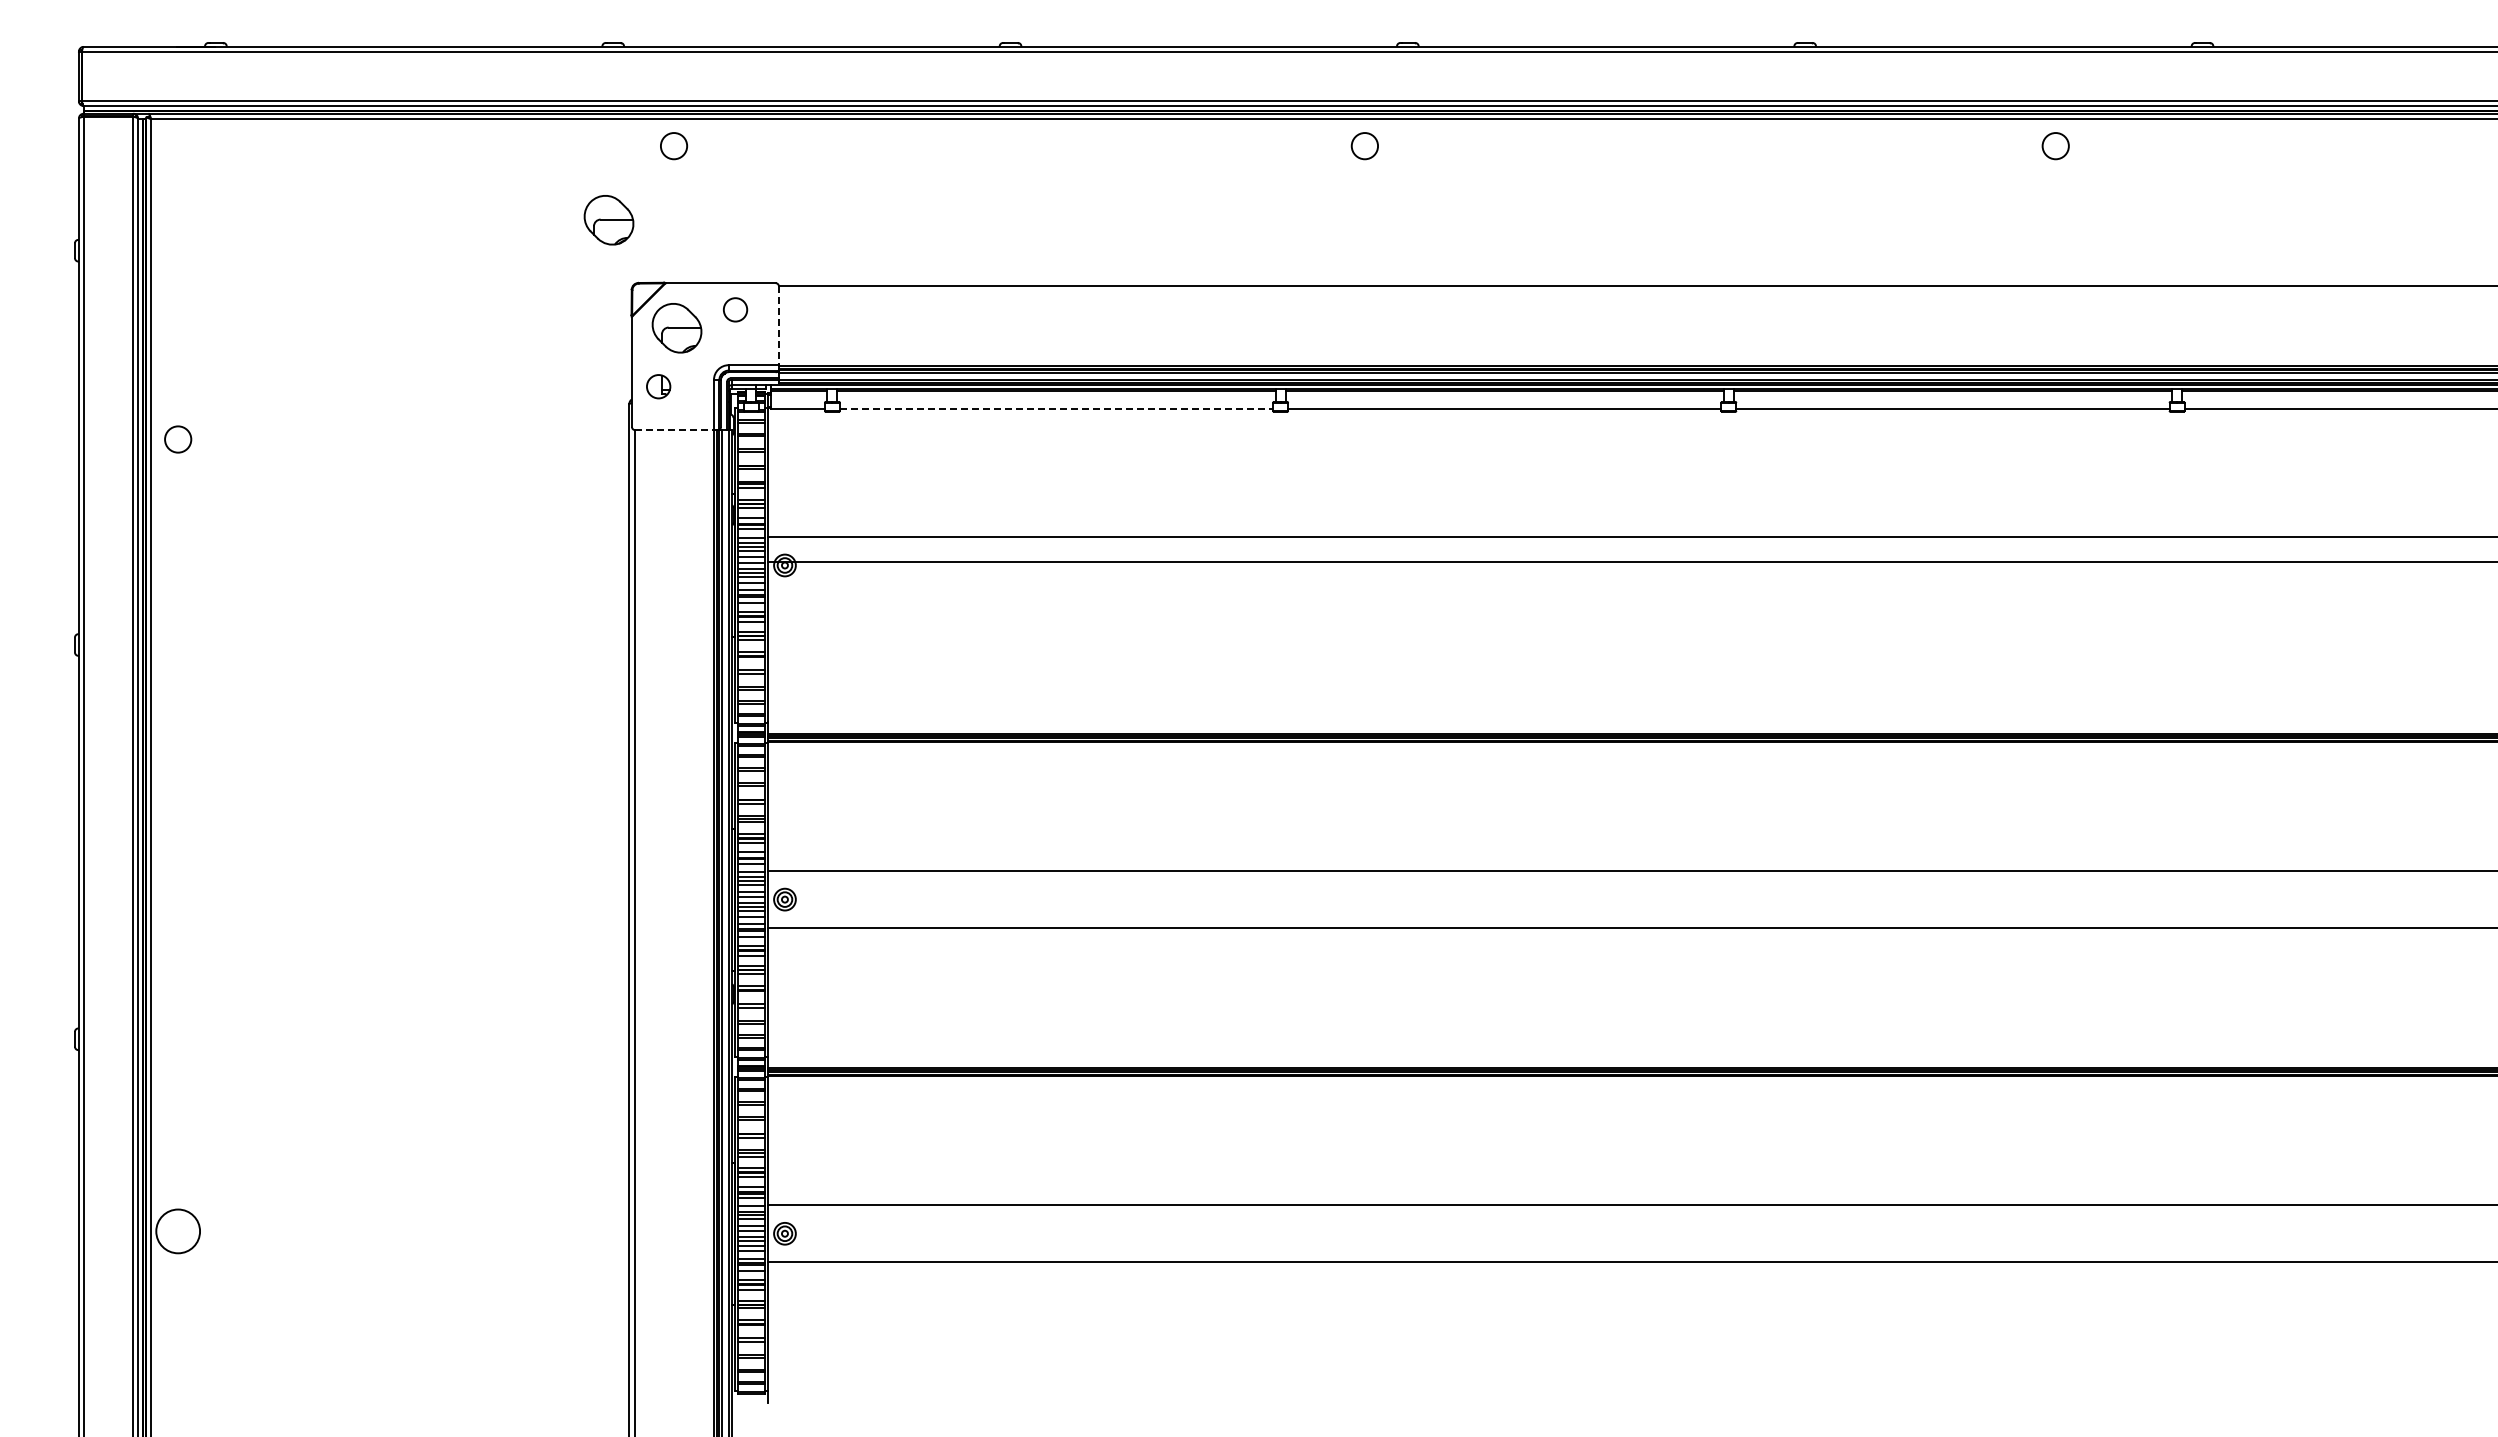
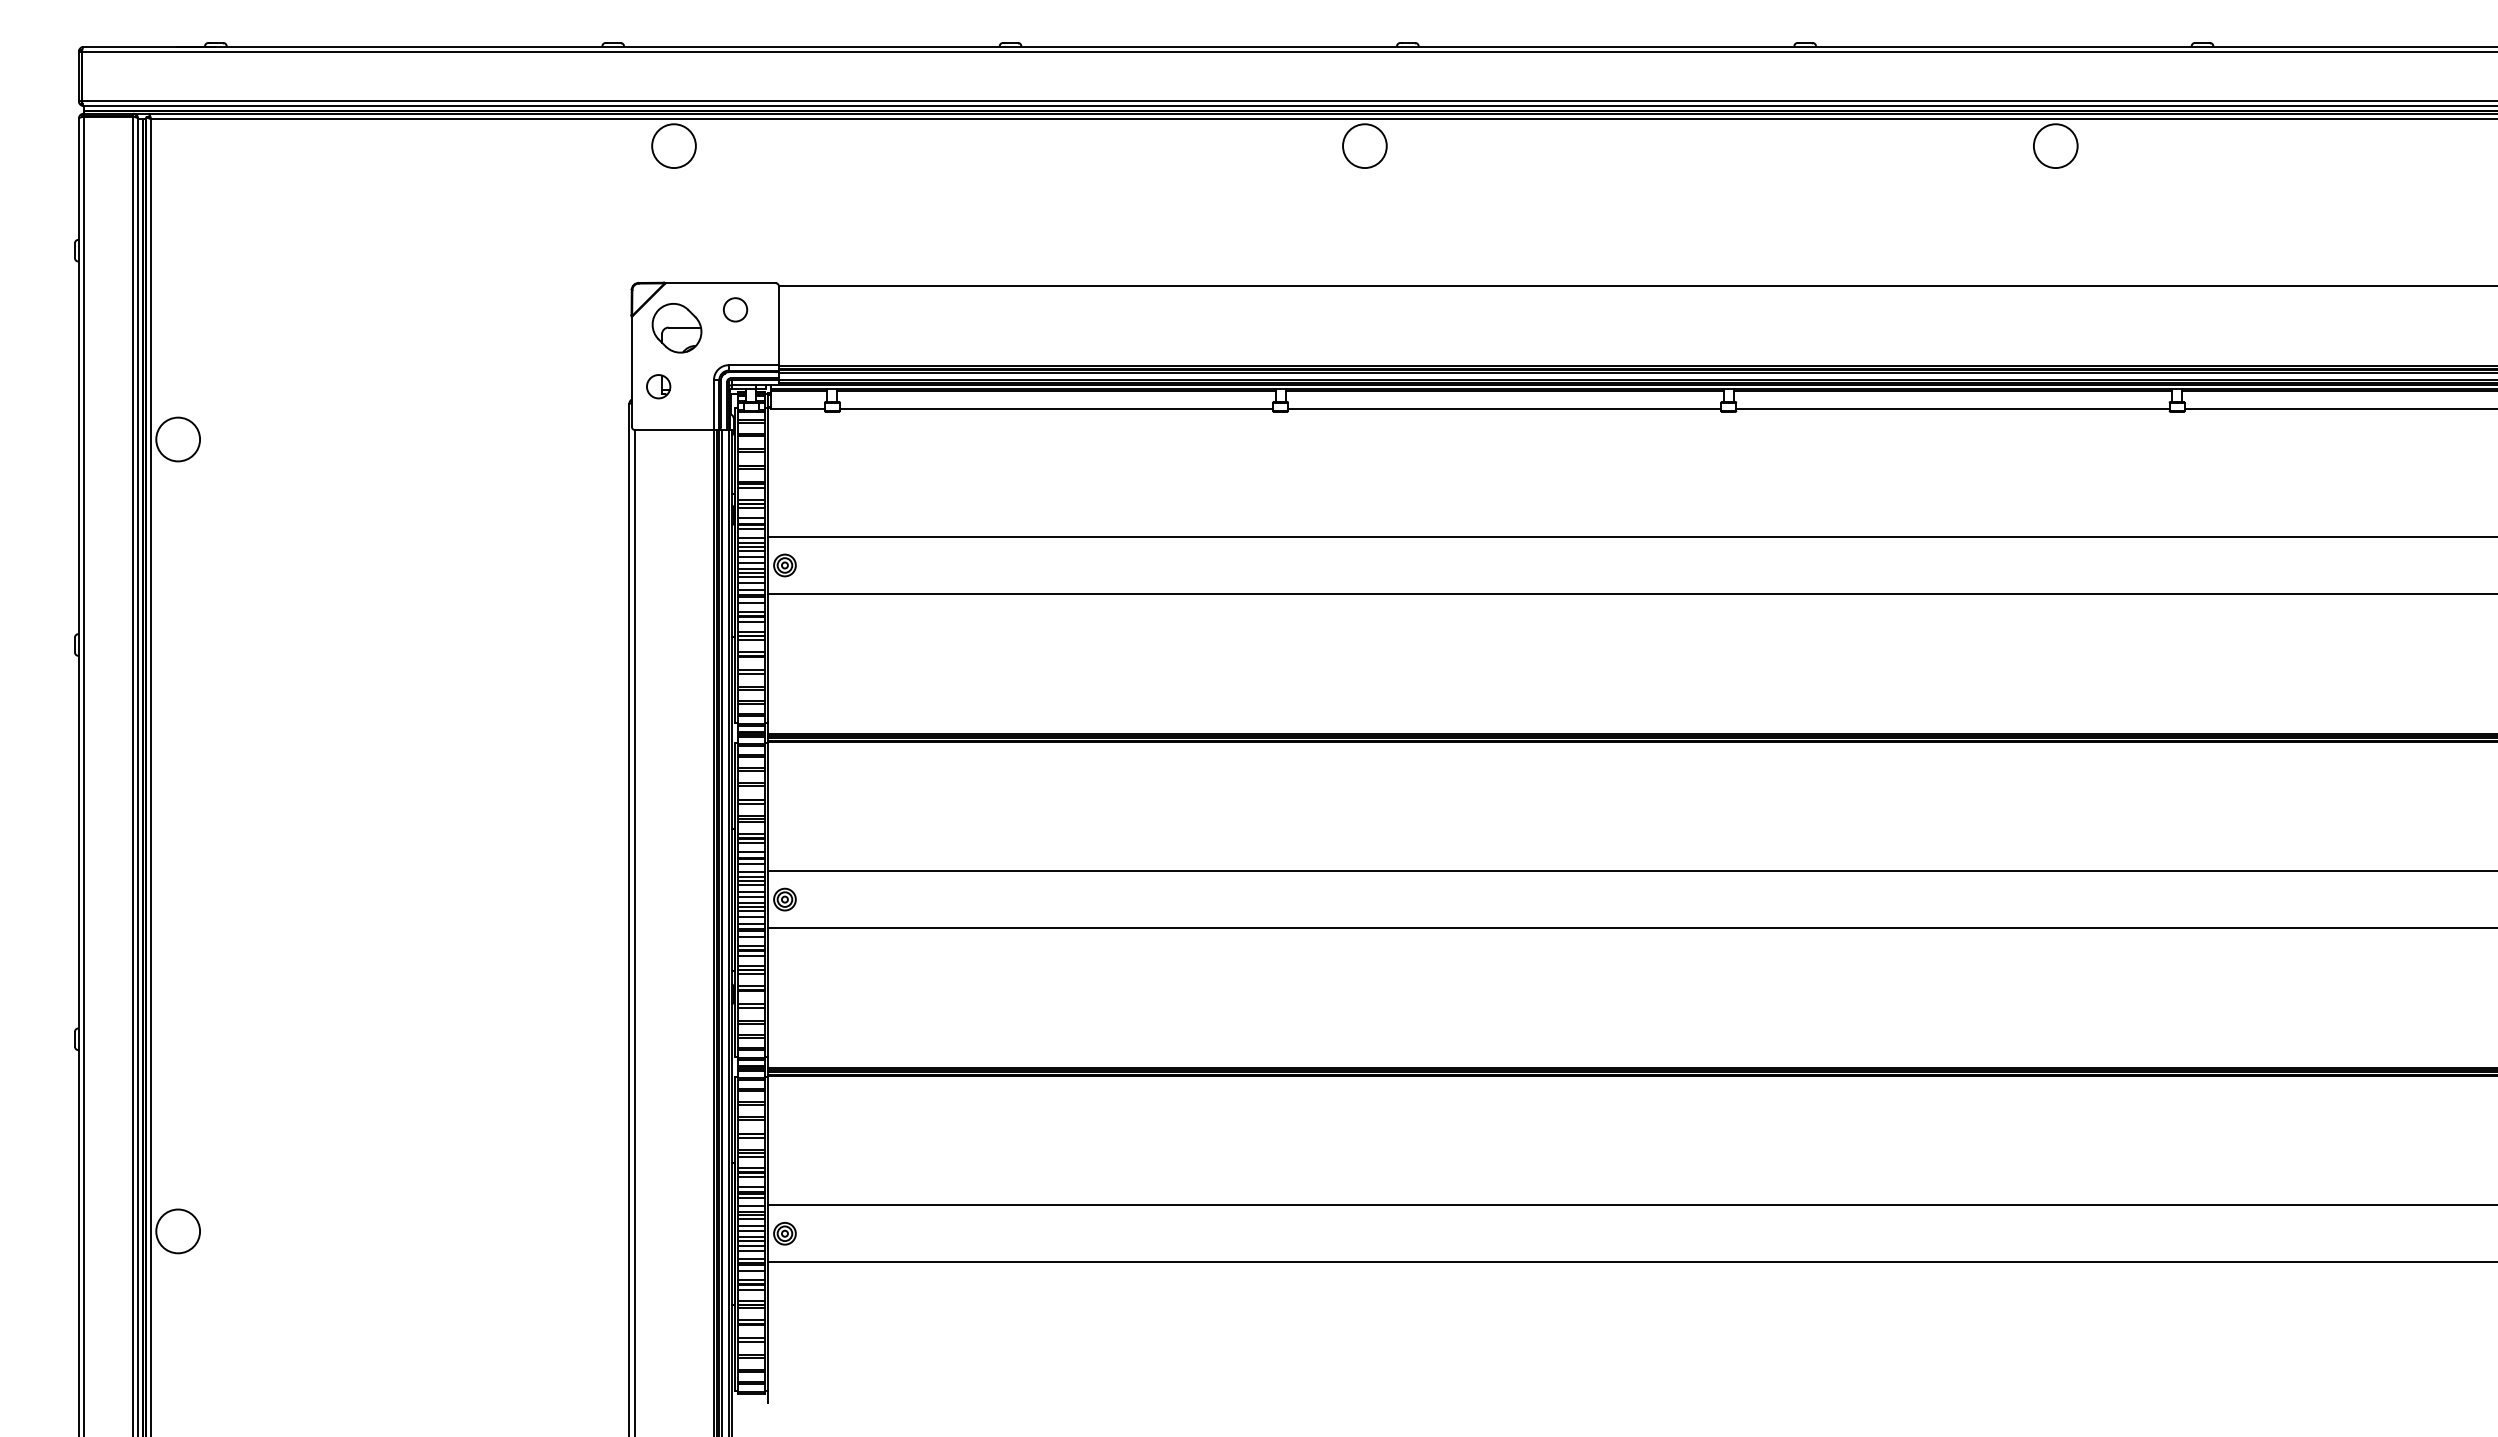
circle at (673, 146) diameter: 26 px -> 44 px
circle at (1364, 146) diameter: 26 px -> 44 px
circle at (2055, 146) diameter: 26 px -> 44 px
part at (608, 220): present -> none
line at (778, 326): dashed -> solid
line at (1056, 408): dashed -> solid
line at (674, 430): dashed -> solid
circle at (178, 439) diameter: 26 px -> 44 px
line at (1631, 561) position: (1631, 561) -> (1631, 593)
